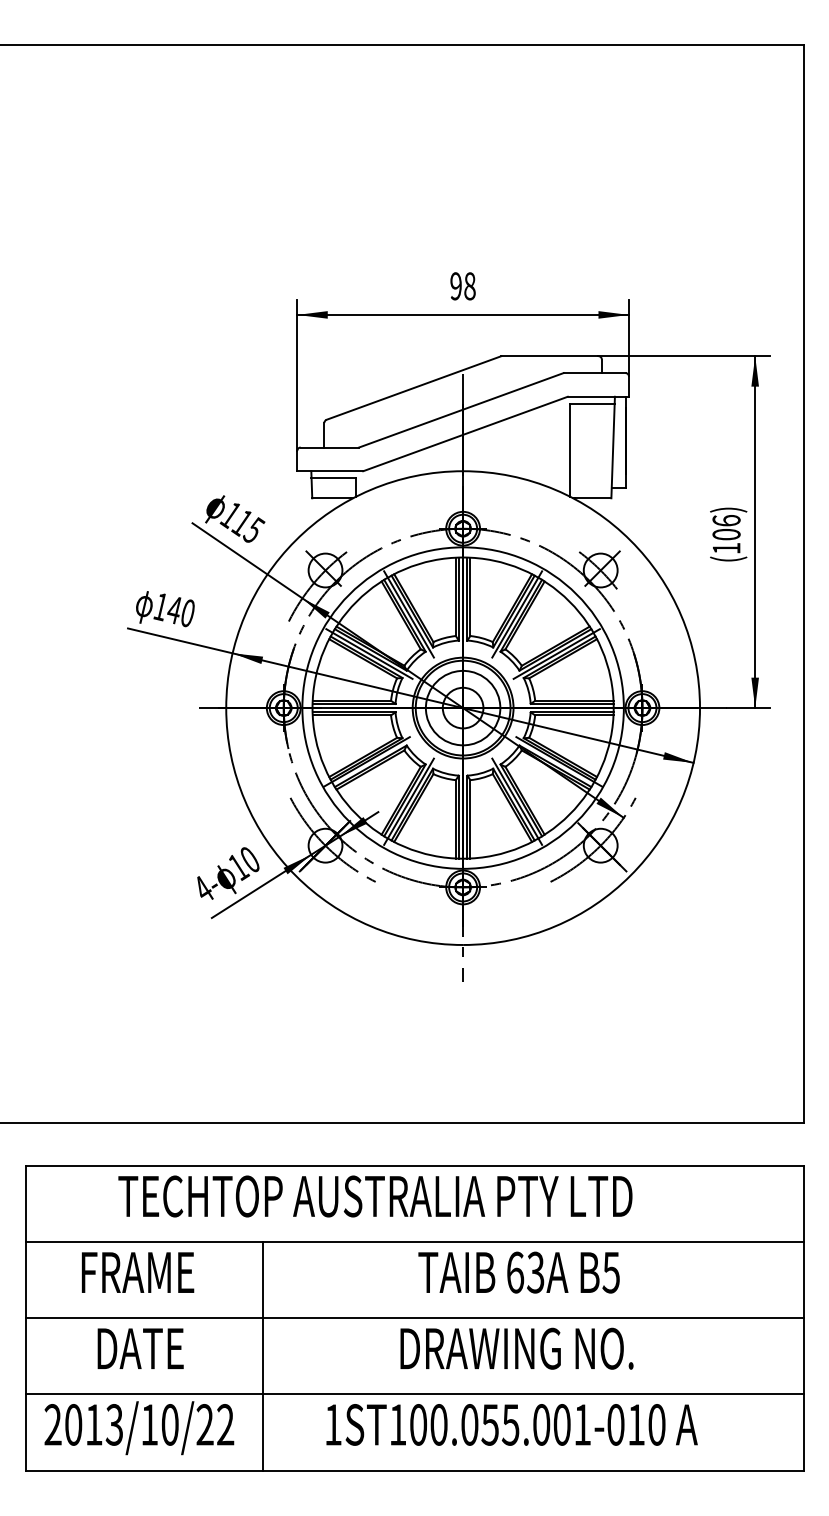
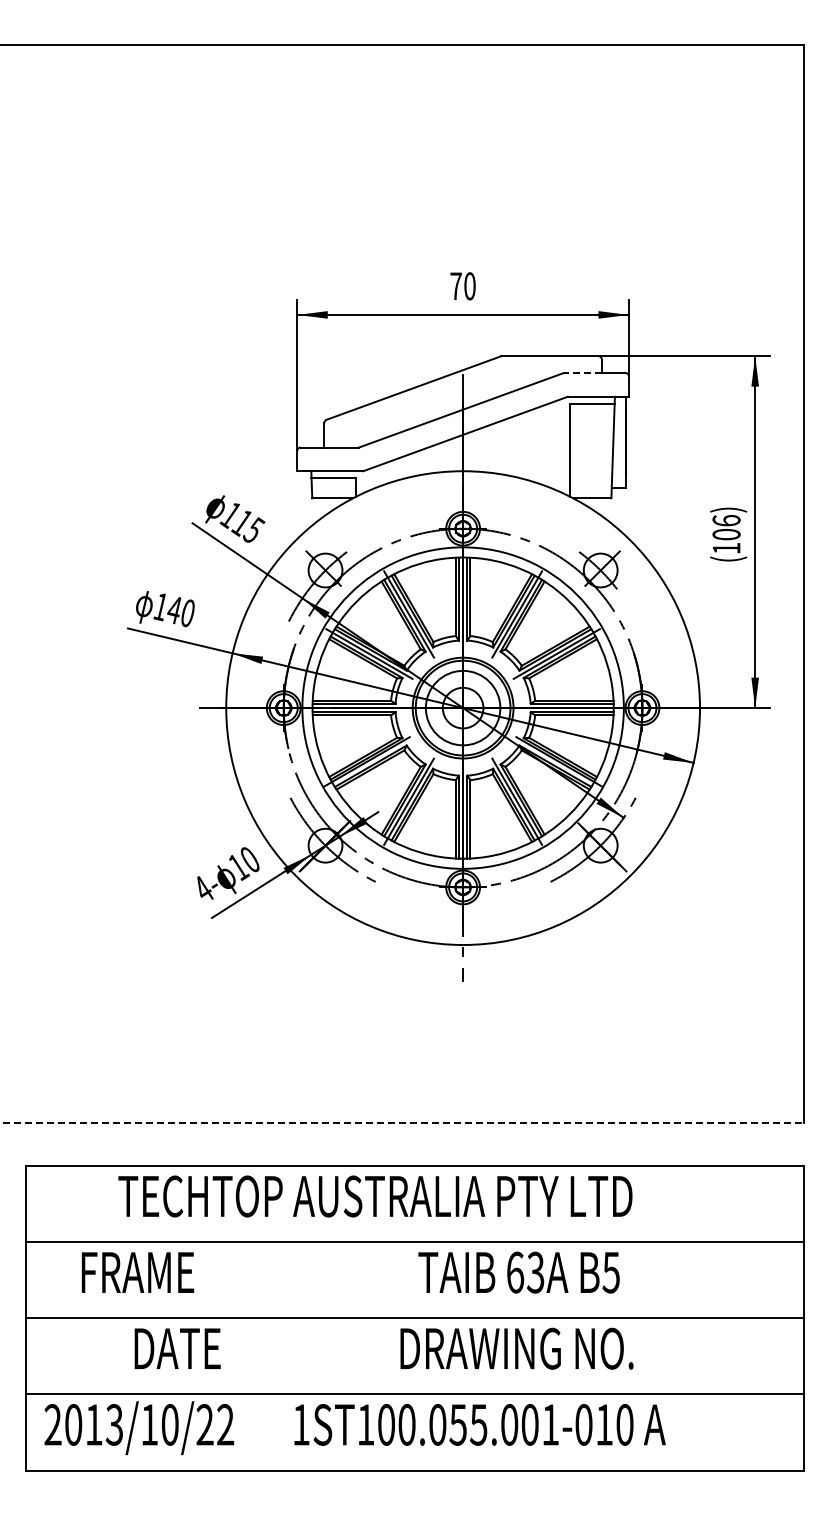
text at (462, 286): 98 -> 70
line at (582, 373): solid -> dashed
line at (402, 1122): solid -> dashed
text at (140, 1348) position: (140, 1348) -> (177, 1348)
line at (262, 1356): present -> none
text at (511, 1424) position: (511, 1424) -> (479, 1424)
